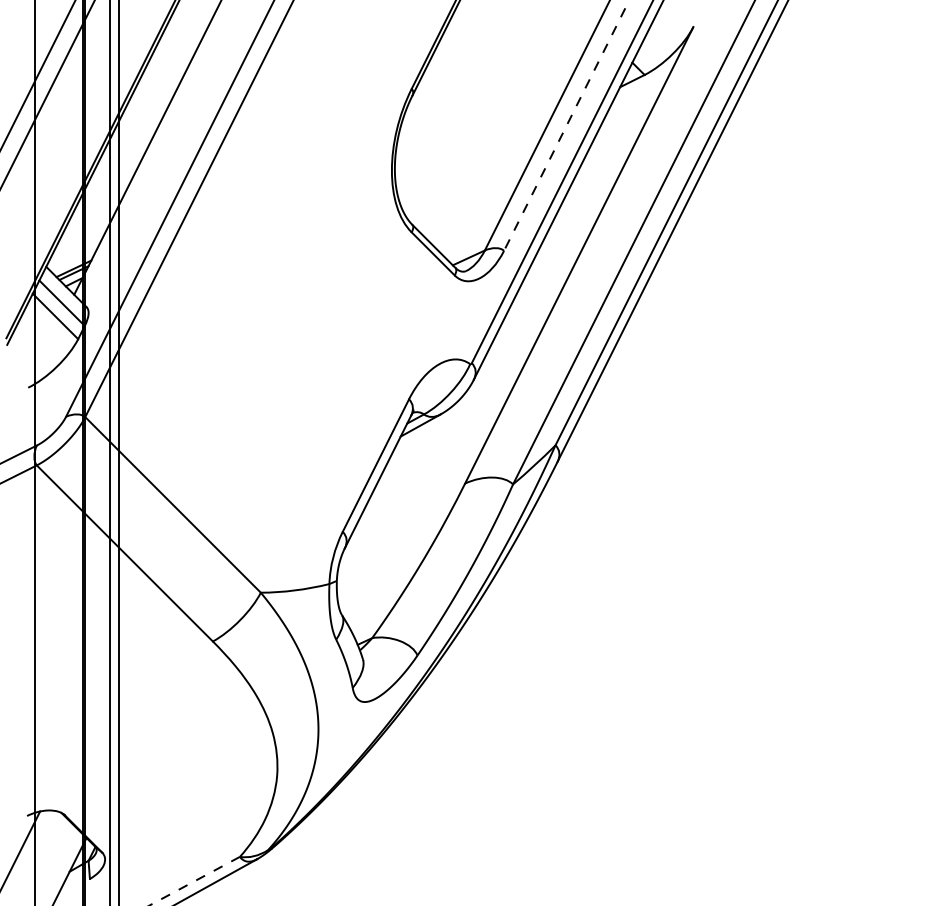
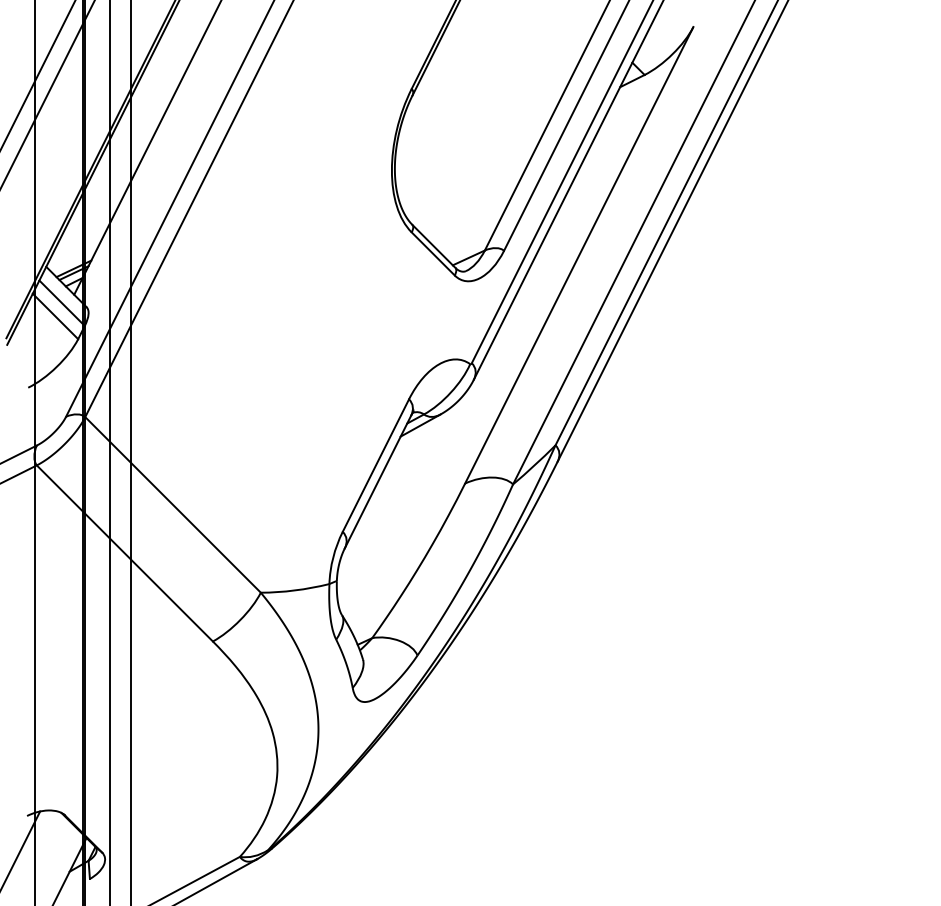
line at (566, 125): dashed -> solid
line at (119, 452) position: (119, 452) -> (131, 452)
line at (194, 881): dashed -> solid
